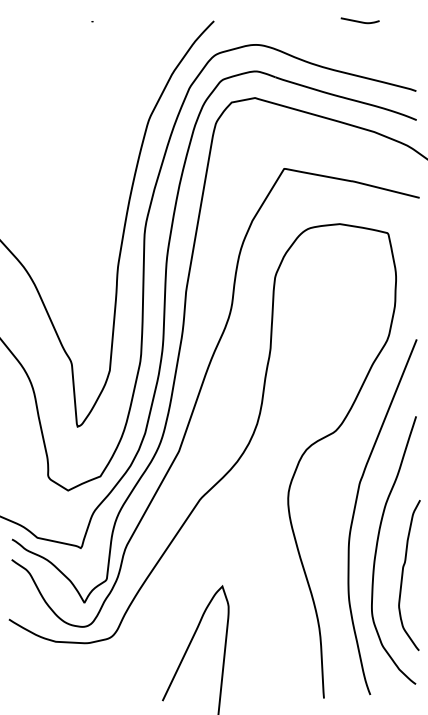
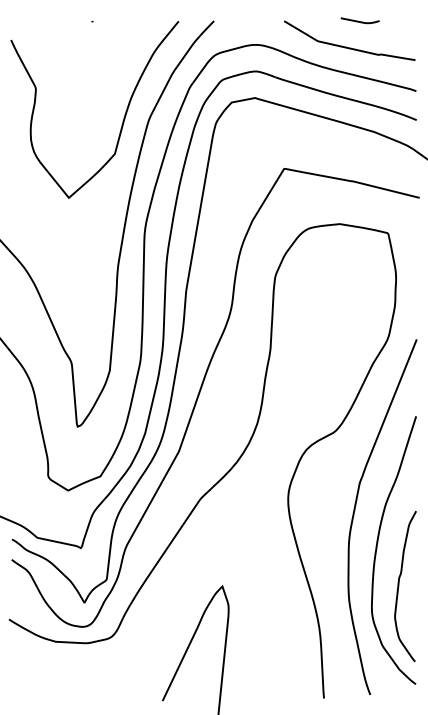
curve at (346, 46): none -> present
curve at (123, 117): none -> present
curve at (403, 575) position: (403, 575) -> (399, 586)
